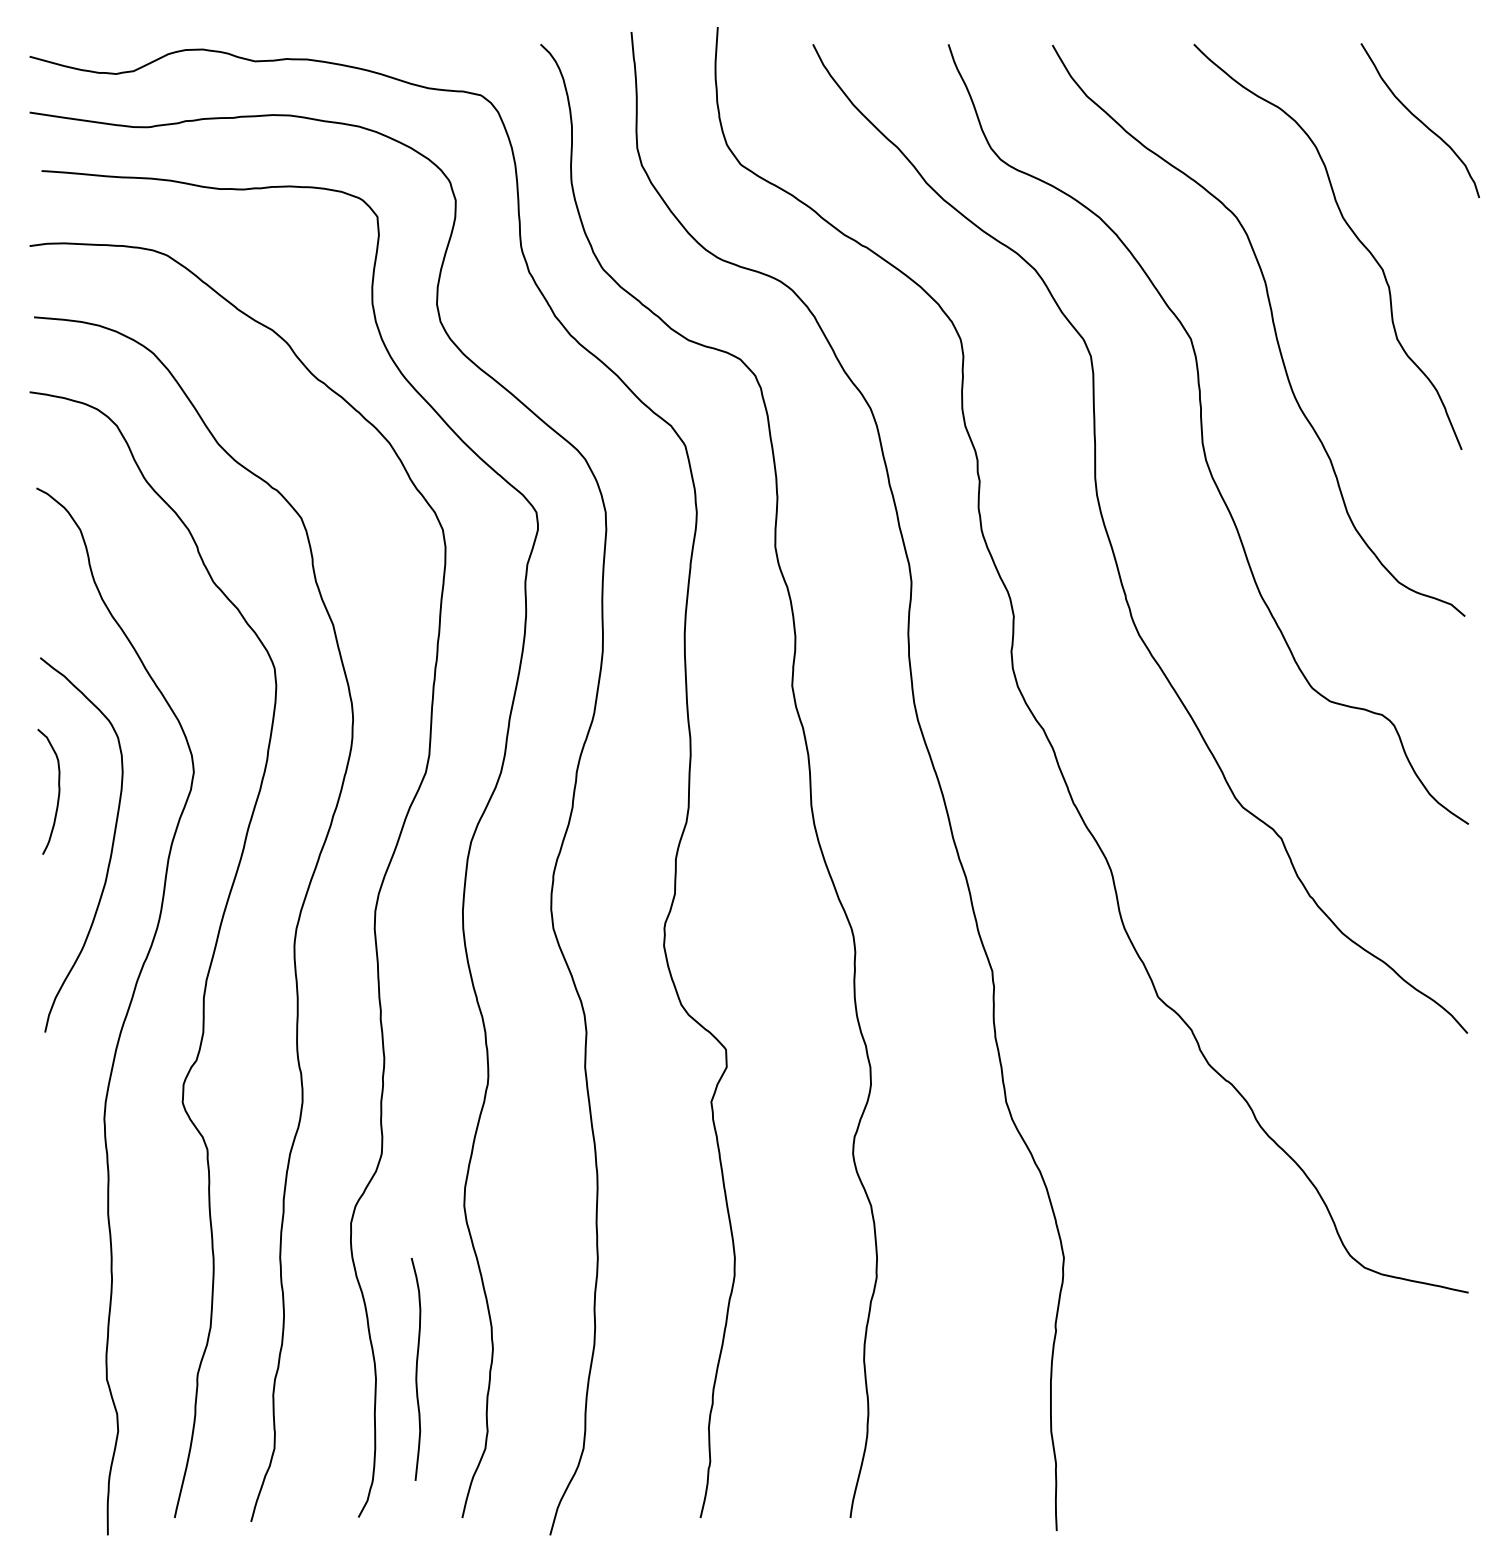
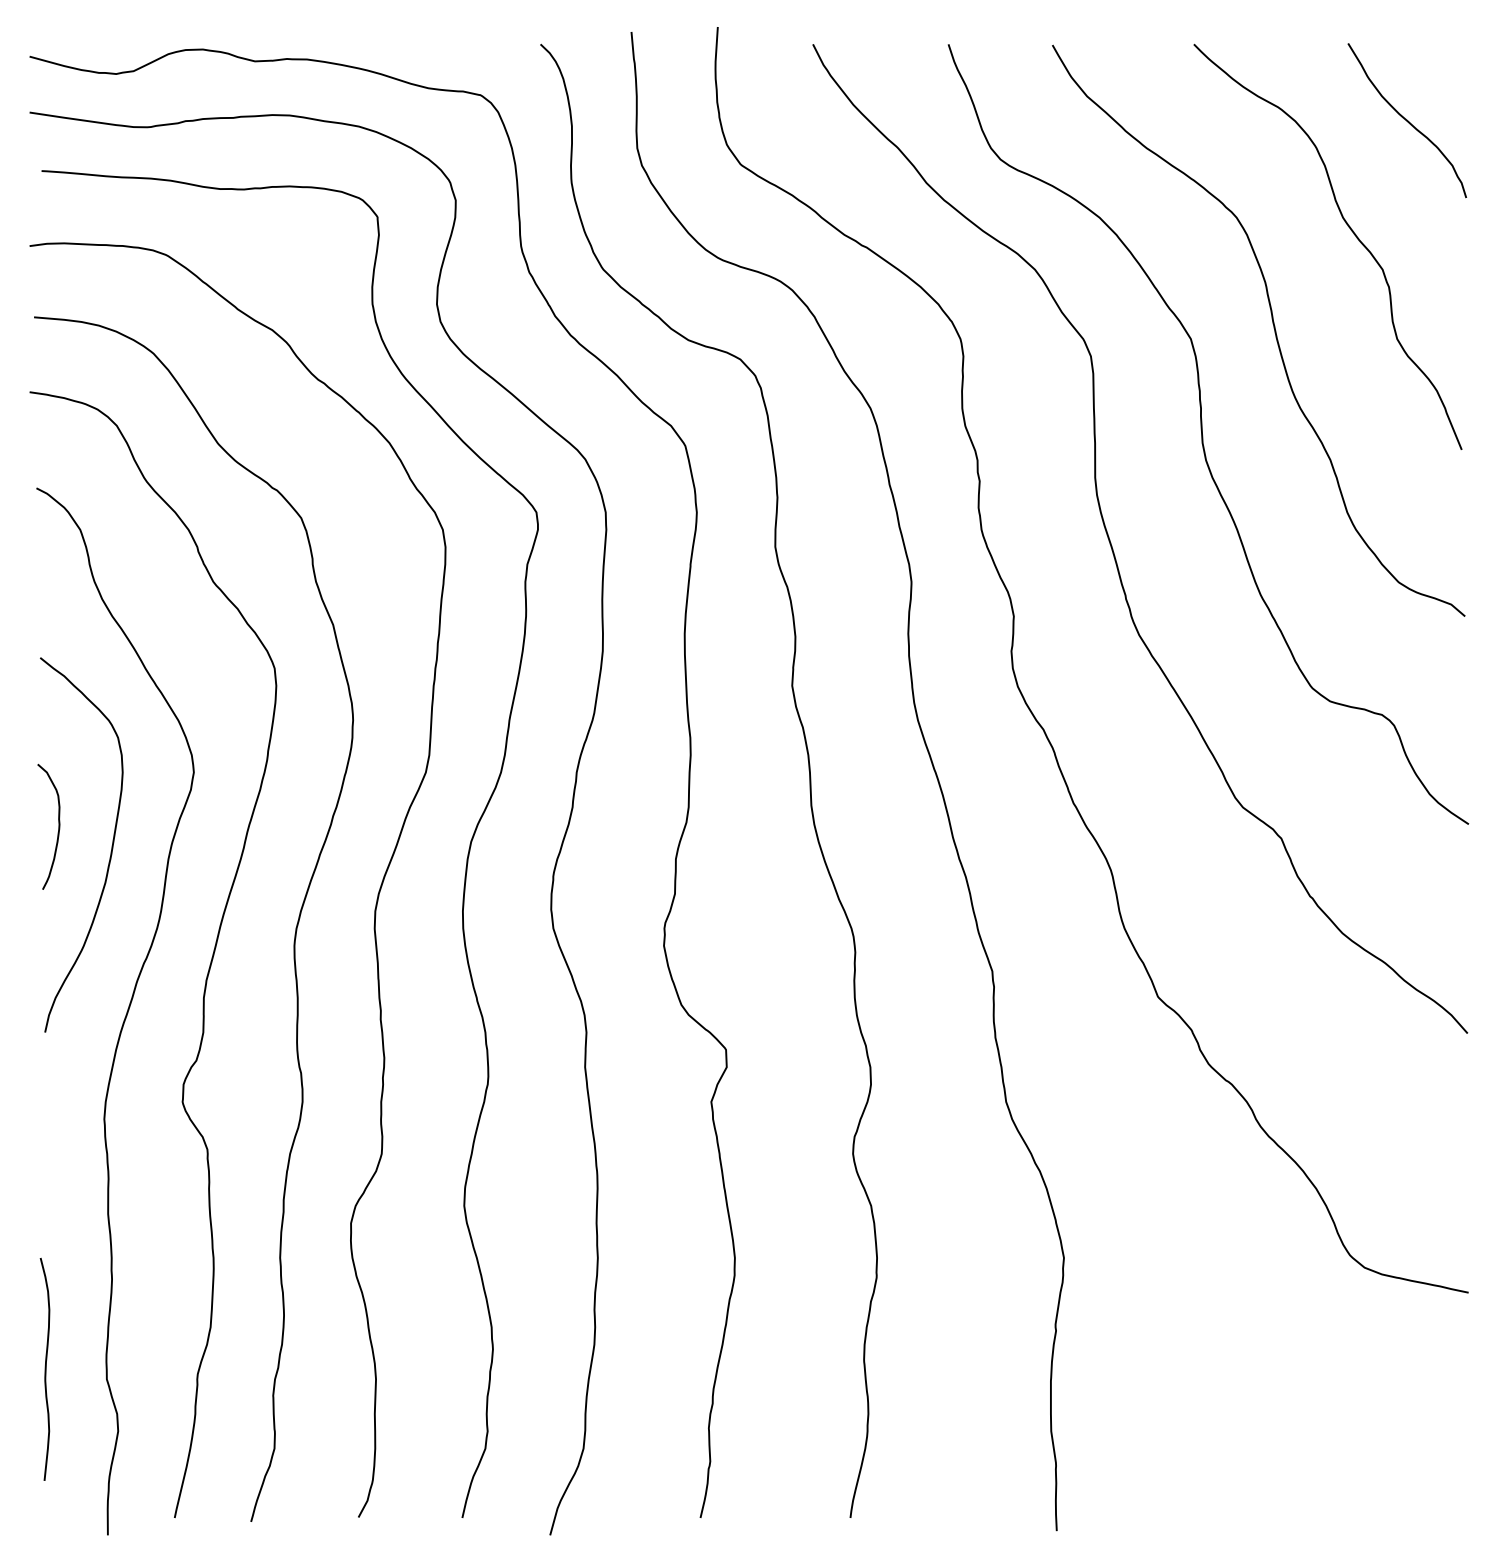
curve at (1419, 120) position: (1419, 120) -> (1406, 120)
curve at (58, 791) position: (58, 791) -> (58, 826)
curve at (415, 1369) position: (415, 1369) -> (44, 1369)
